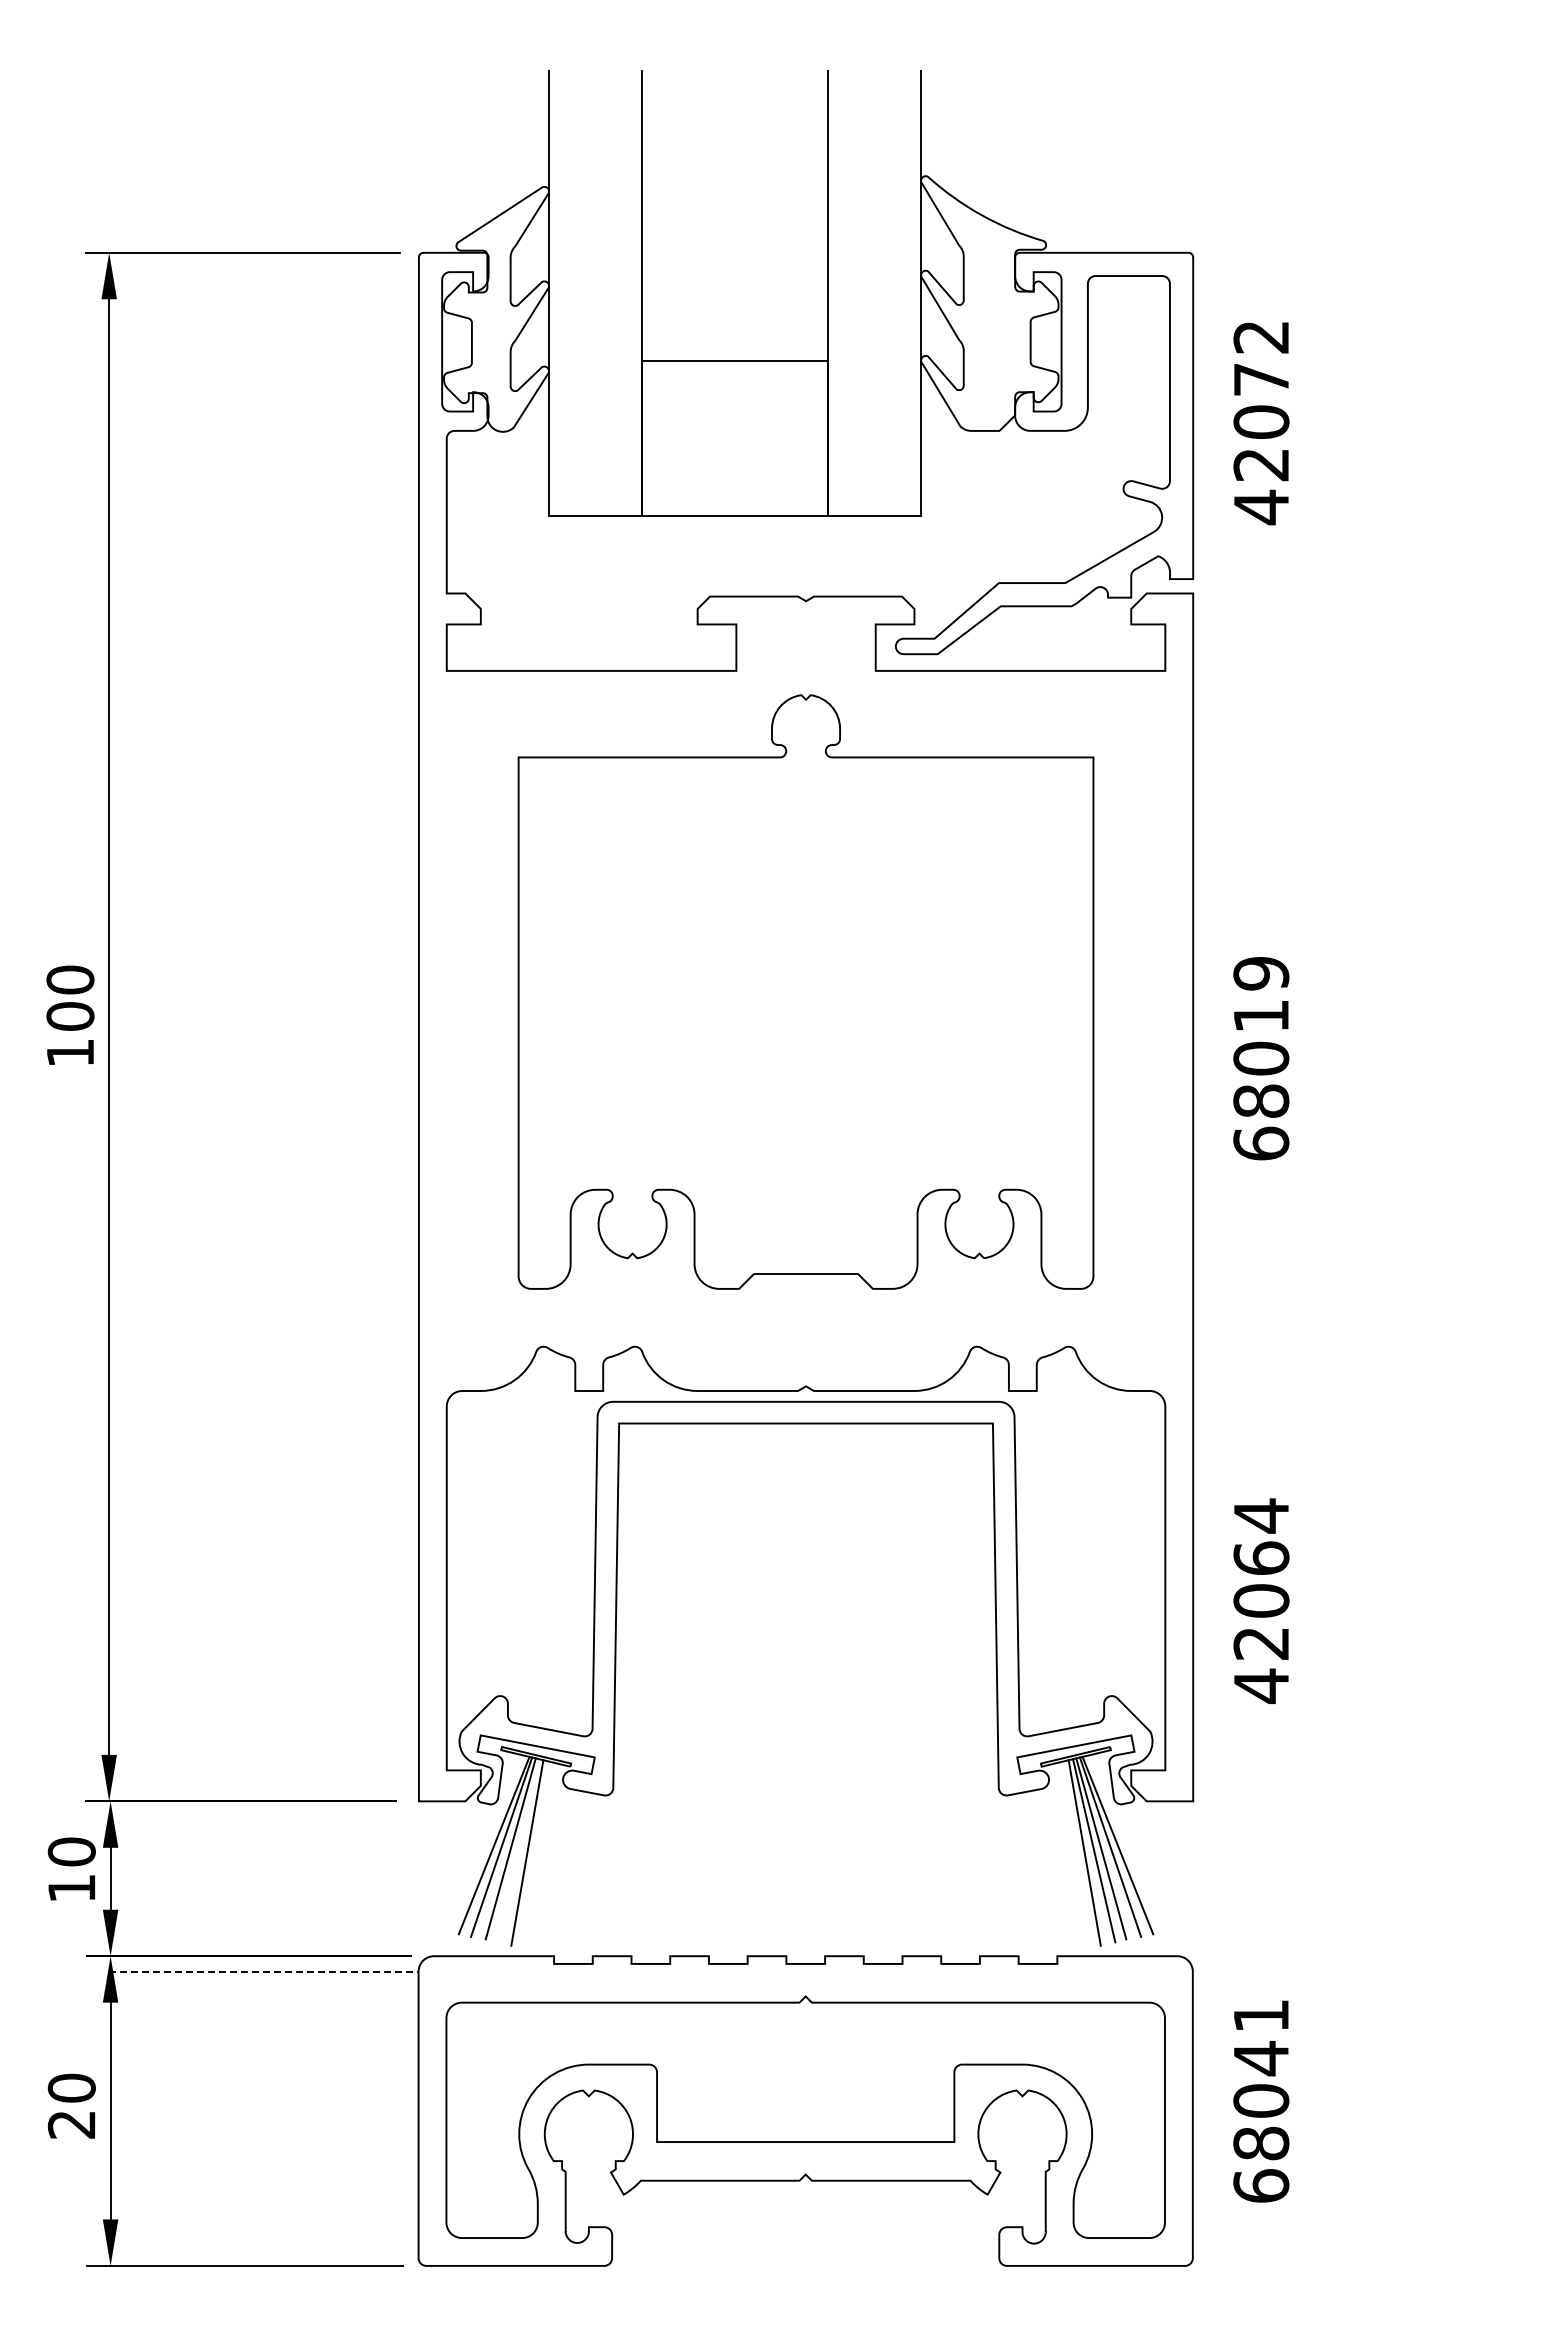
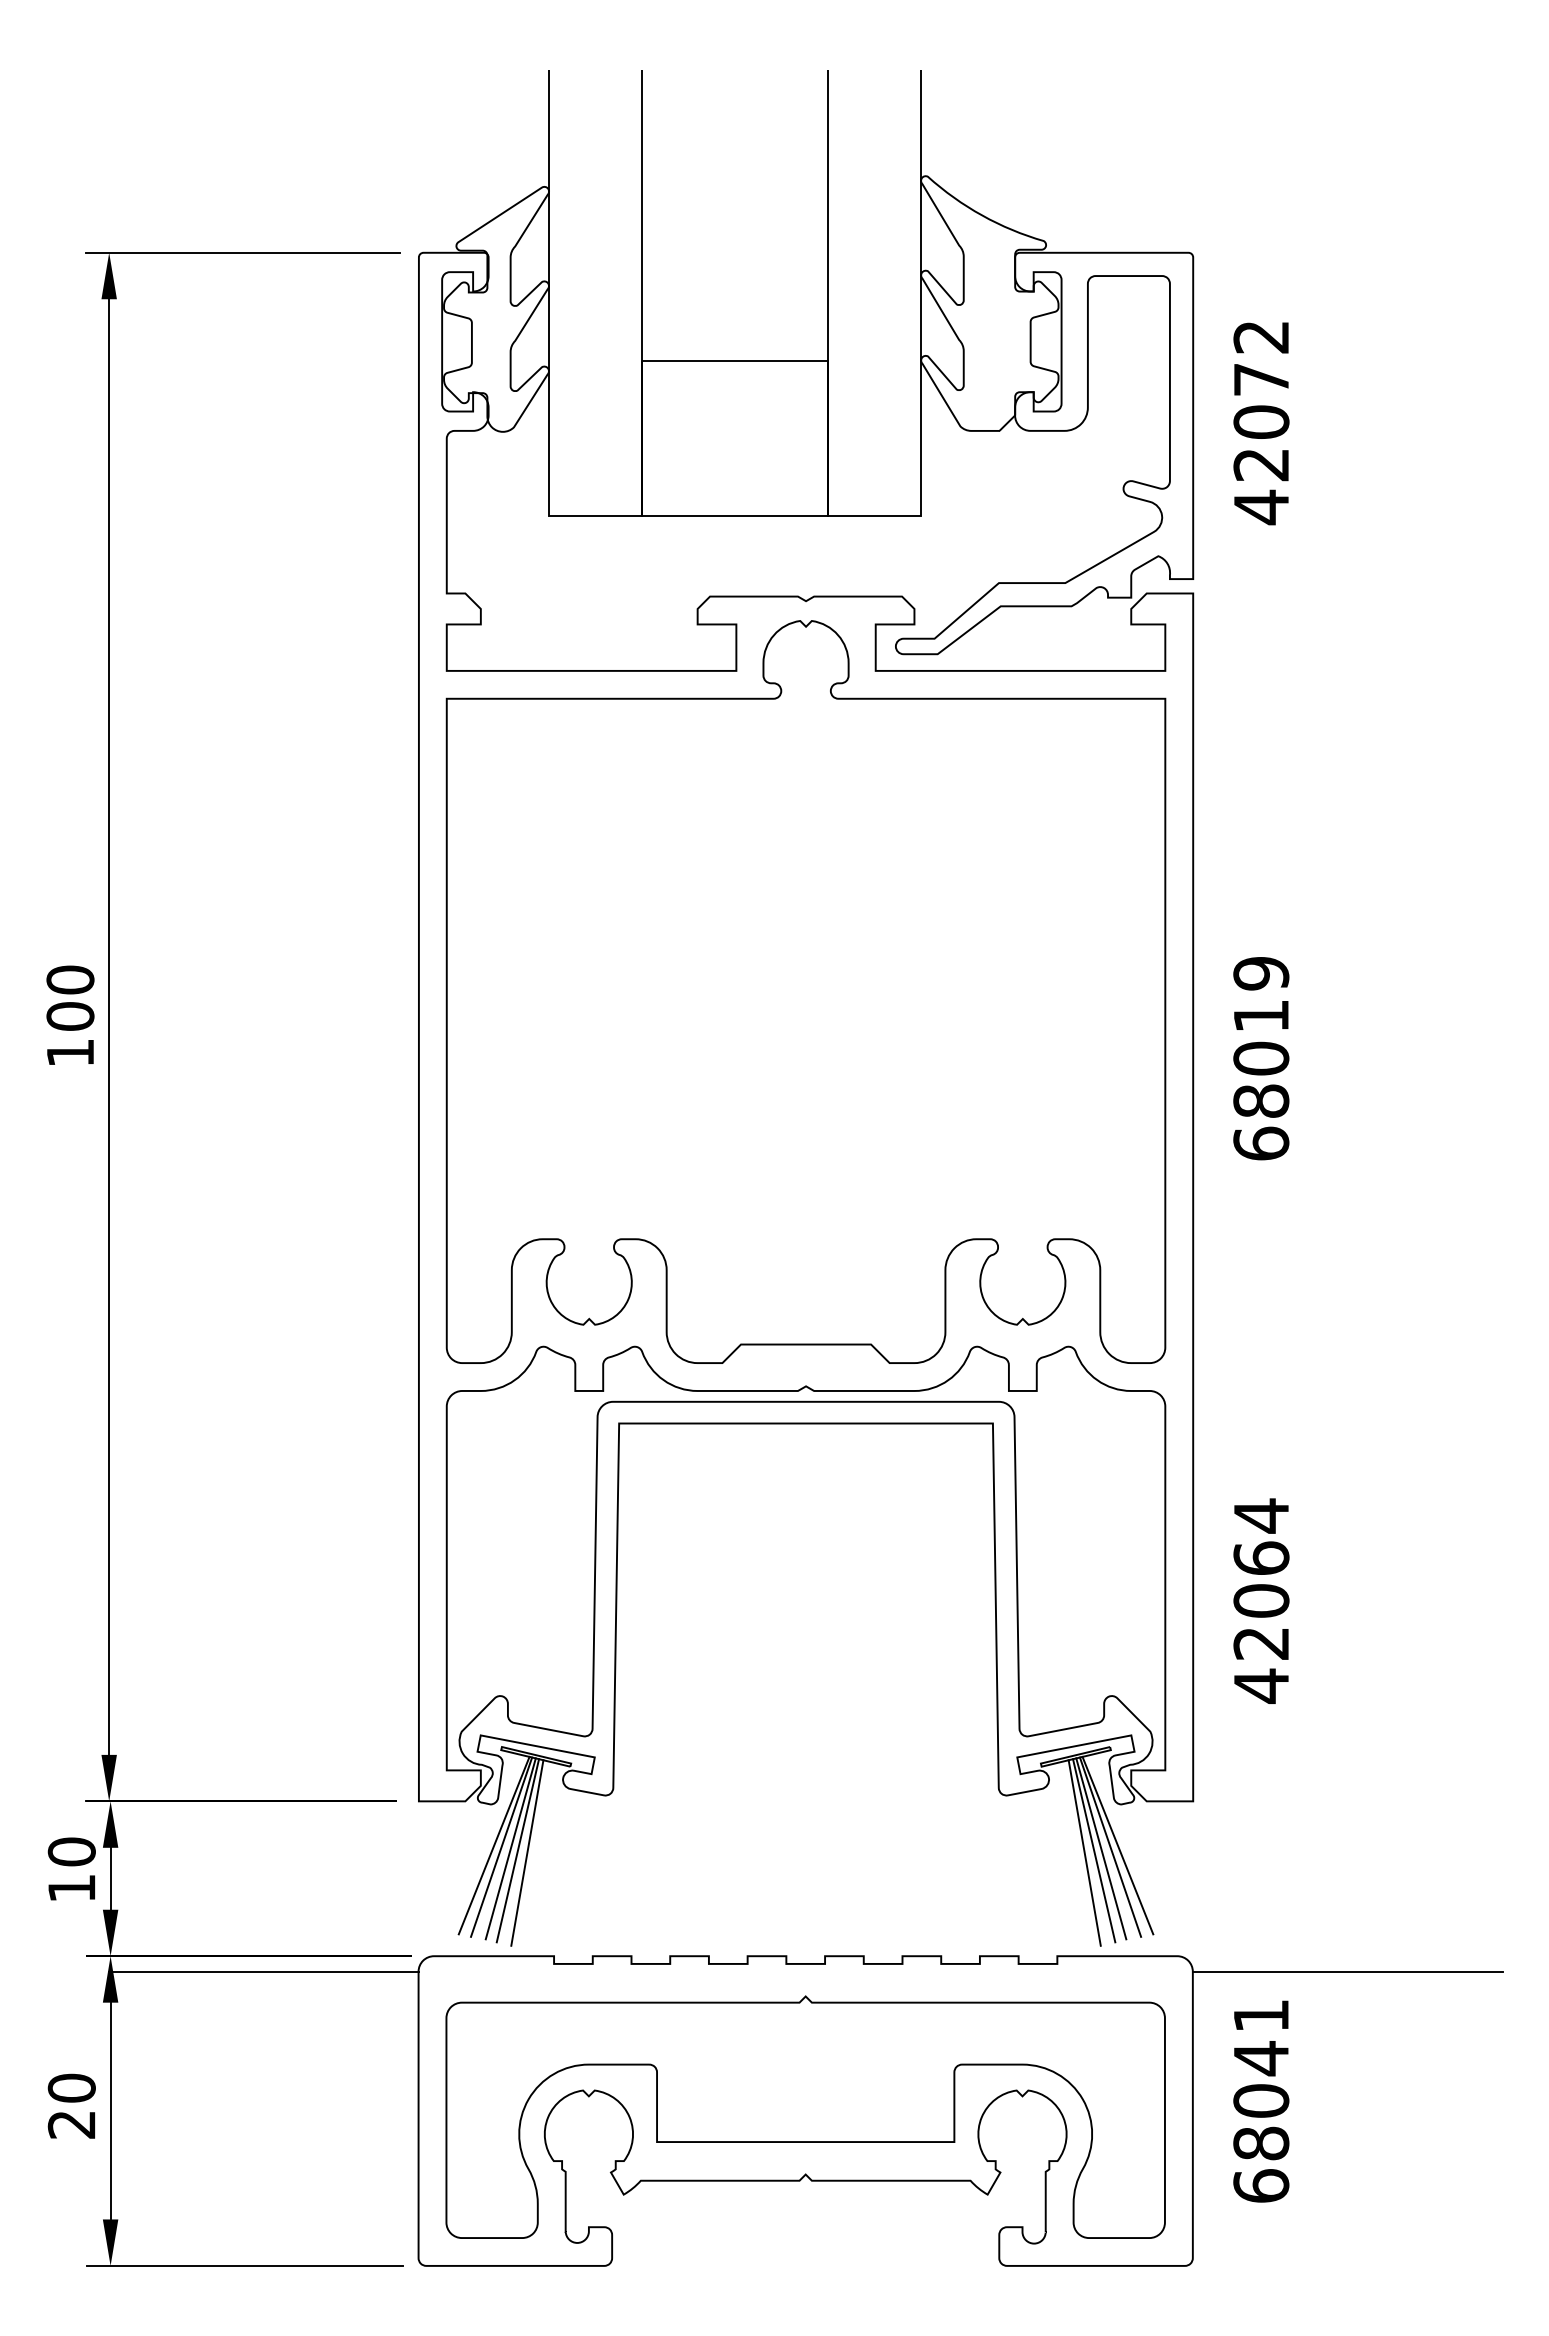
part at (805, 991) size: 578x596 px -> 722x744 px
line at (517, 1850): none -> present
line at (263, 1971): dashed -> solid
line at (1347, 1971): none -> present
